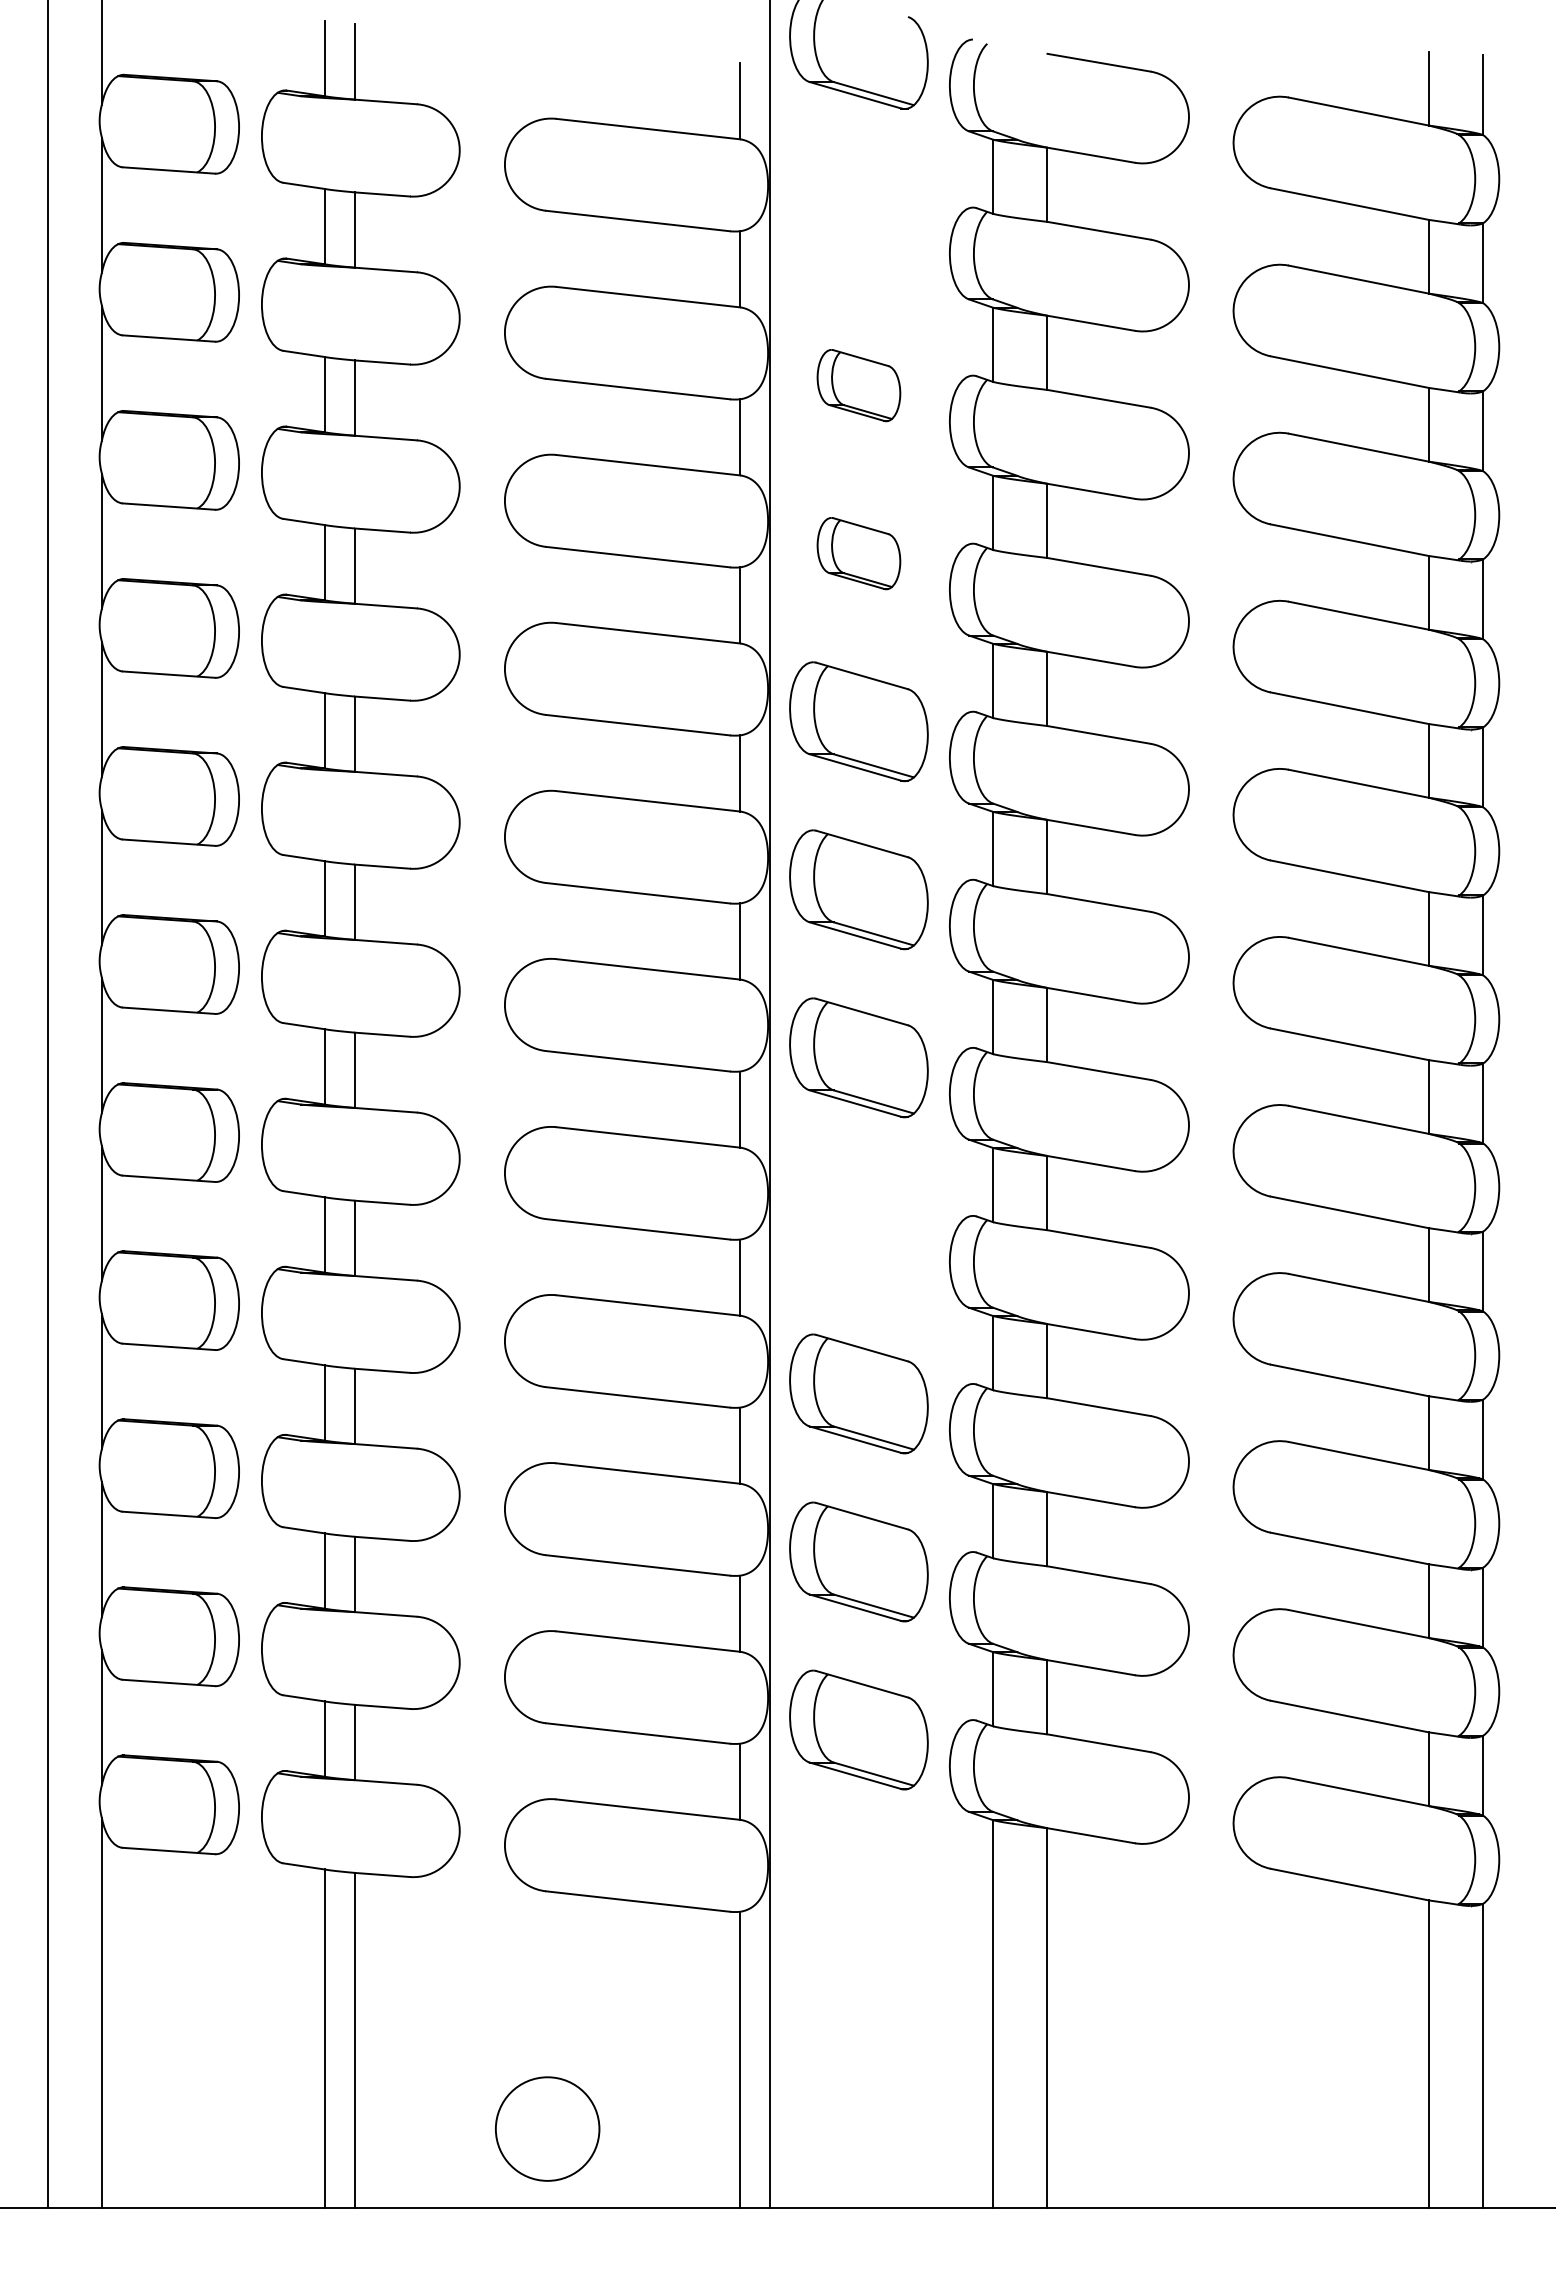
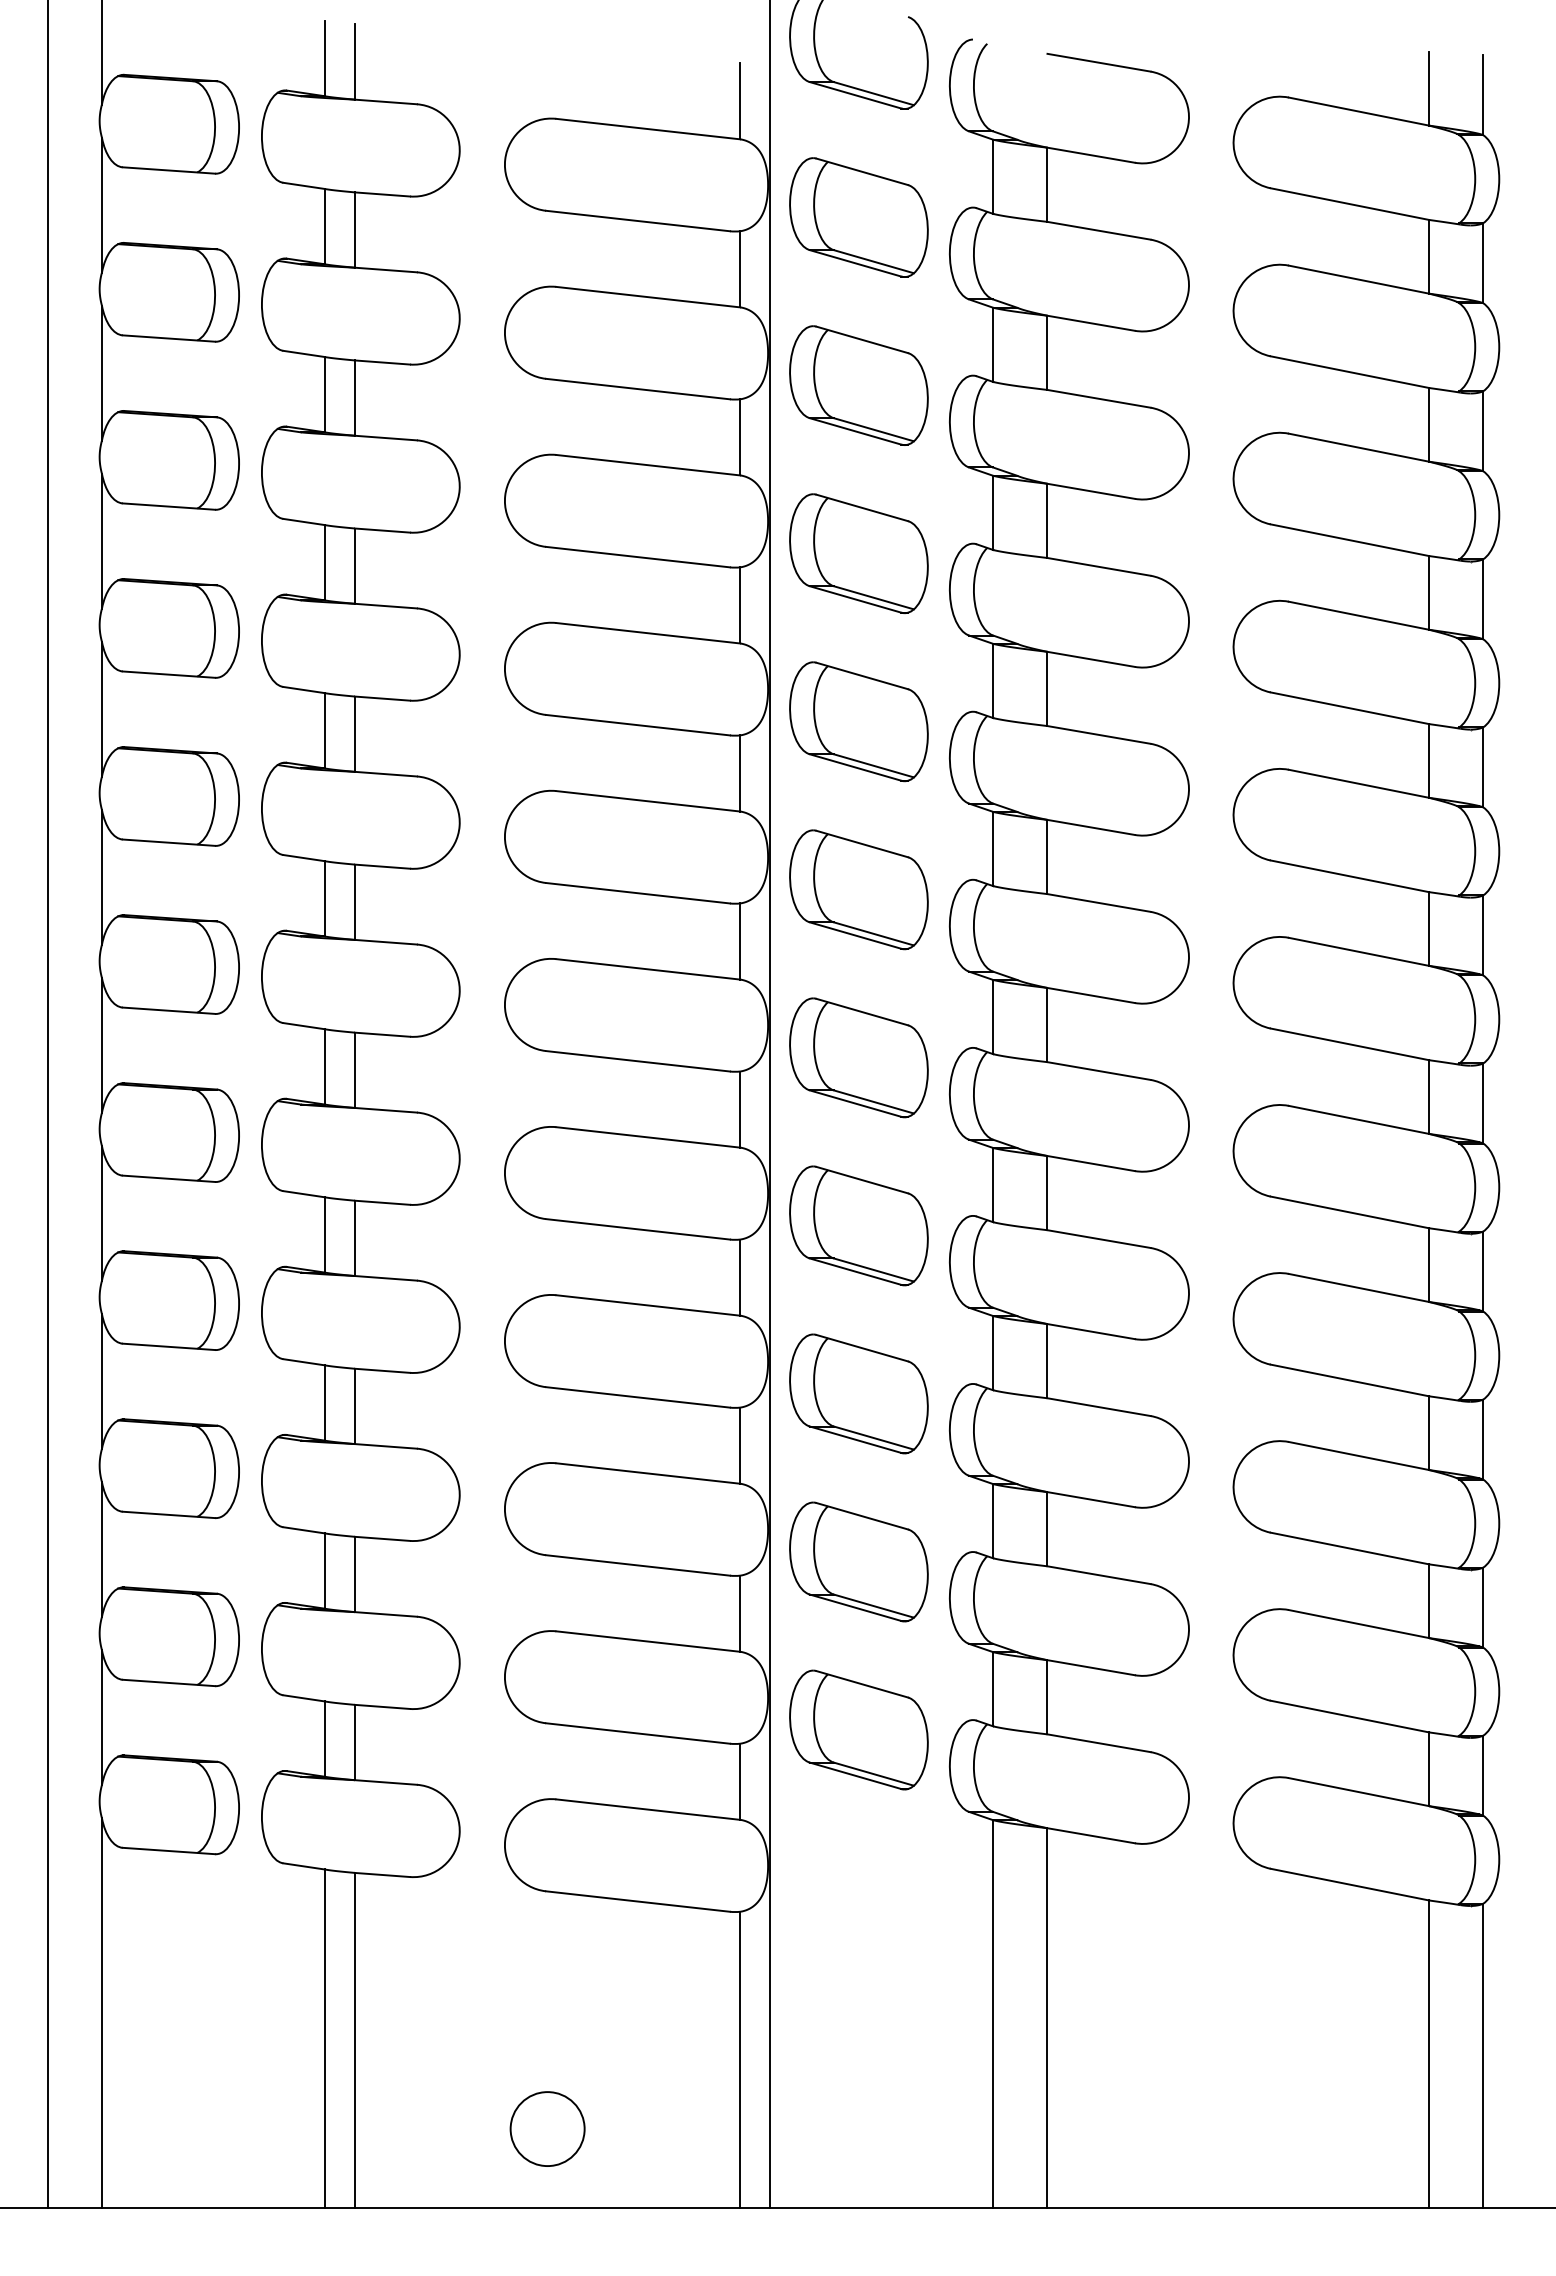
part at (858, 217): none -> present
part at (858, 385) size: 86x74 px -> 140x121 px
part at (858, 553) size: 86x74 px -> 140x121 px
part at (858, 1225): none -> present
circle at (547, 2128) diameter: 104 px -> 74 px
